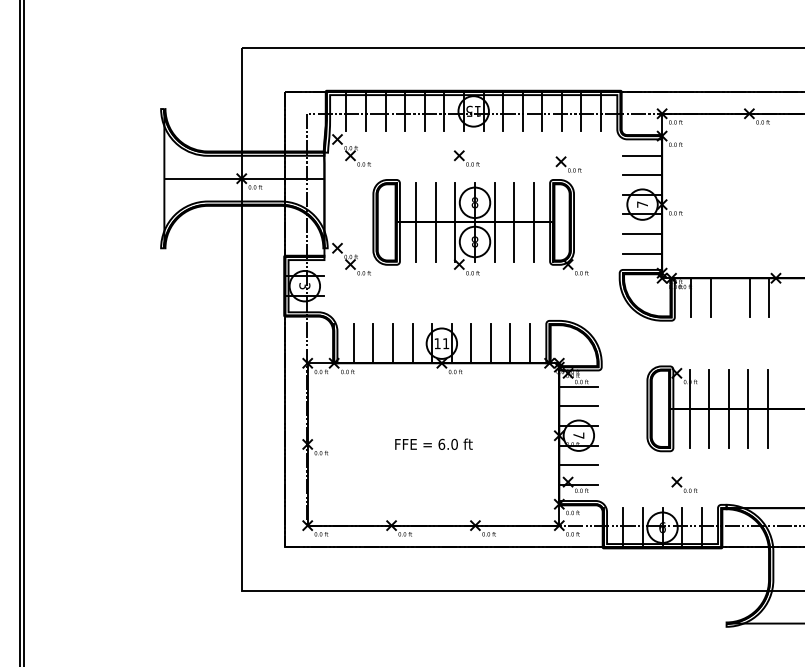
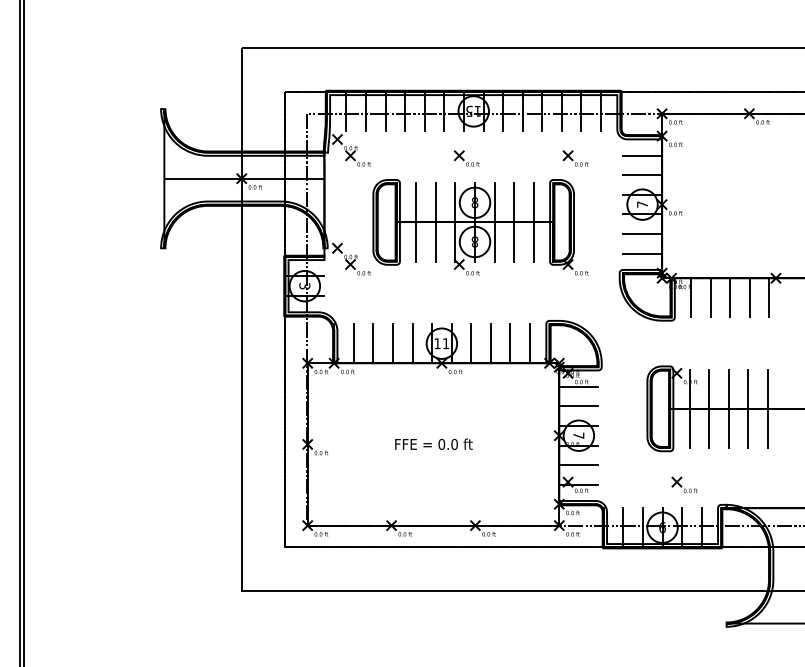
part at (568, 164) position: (568, 164) -> (575, 158)
line at (730, 297): none -> present
text at (441, 443): 6.0 -> 0.0
